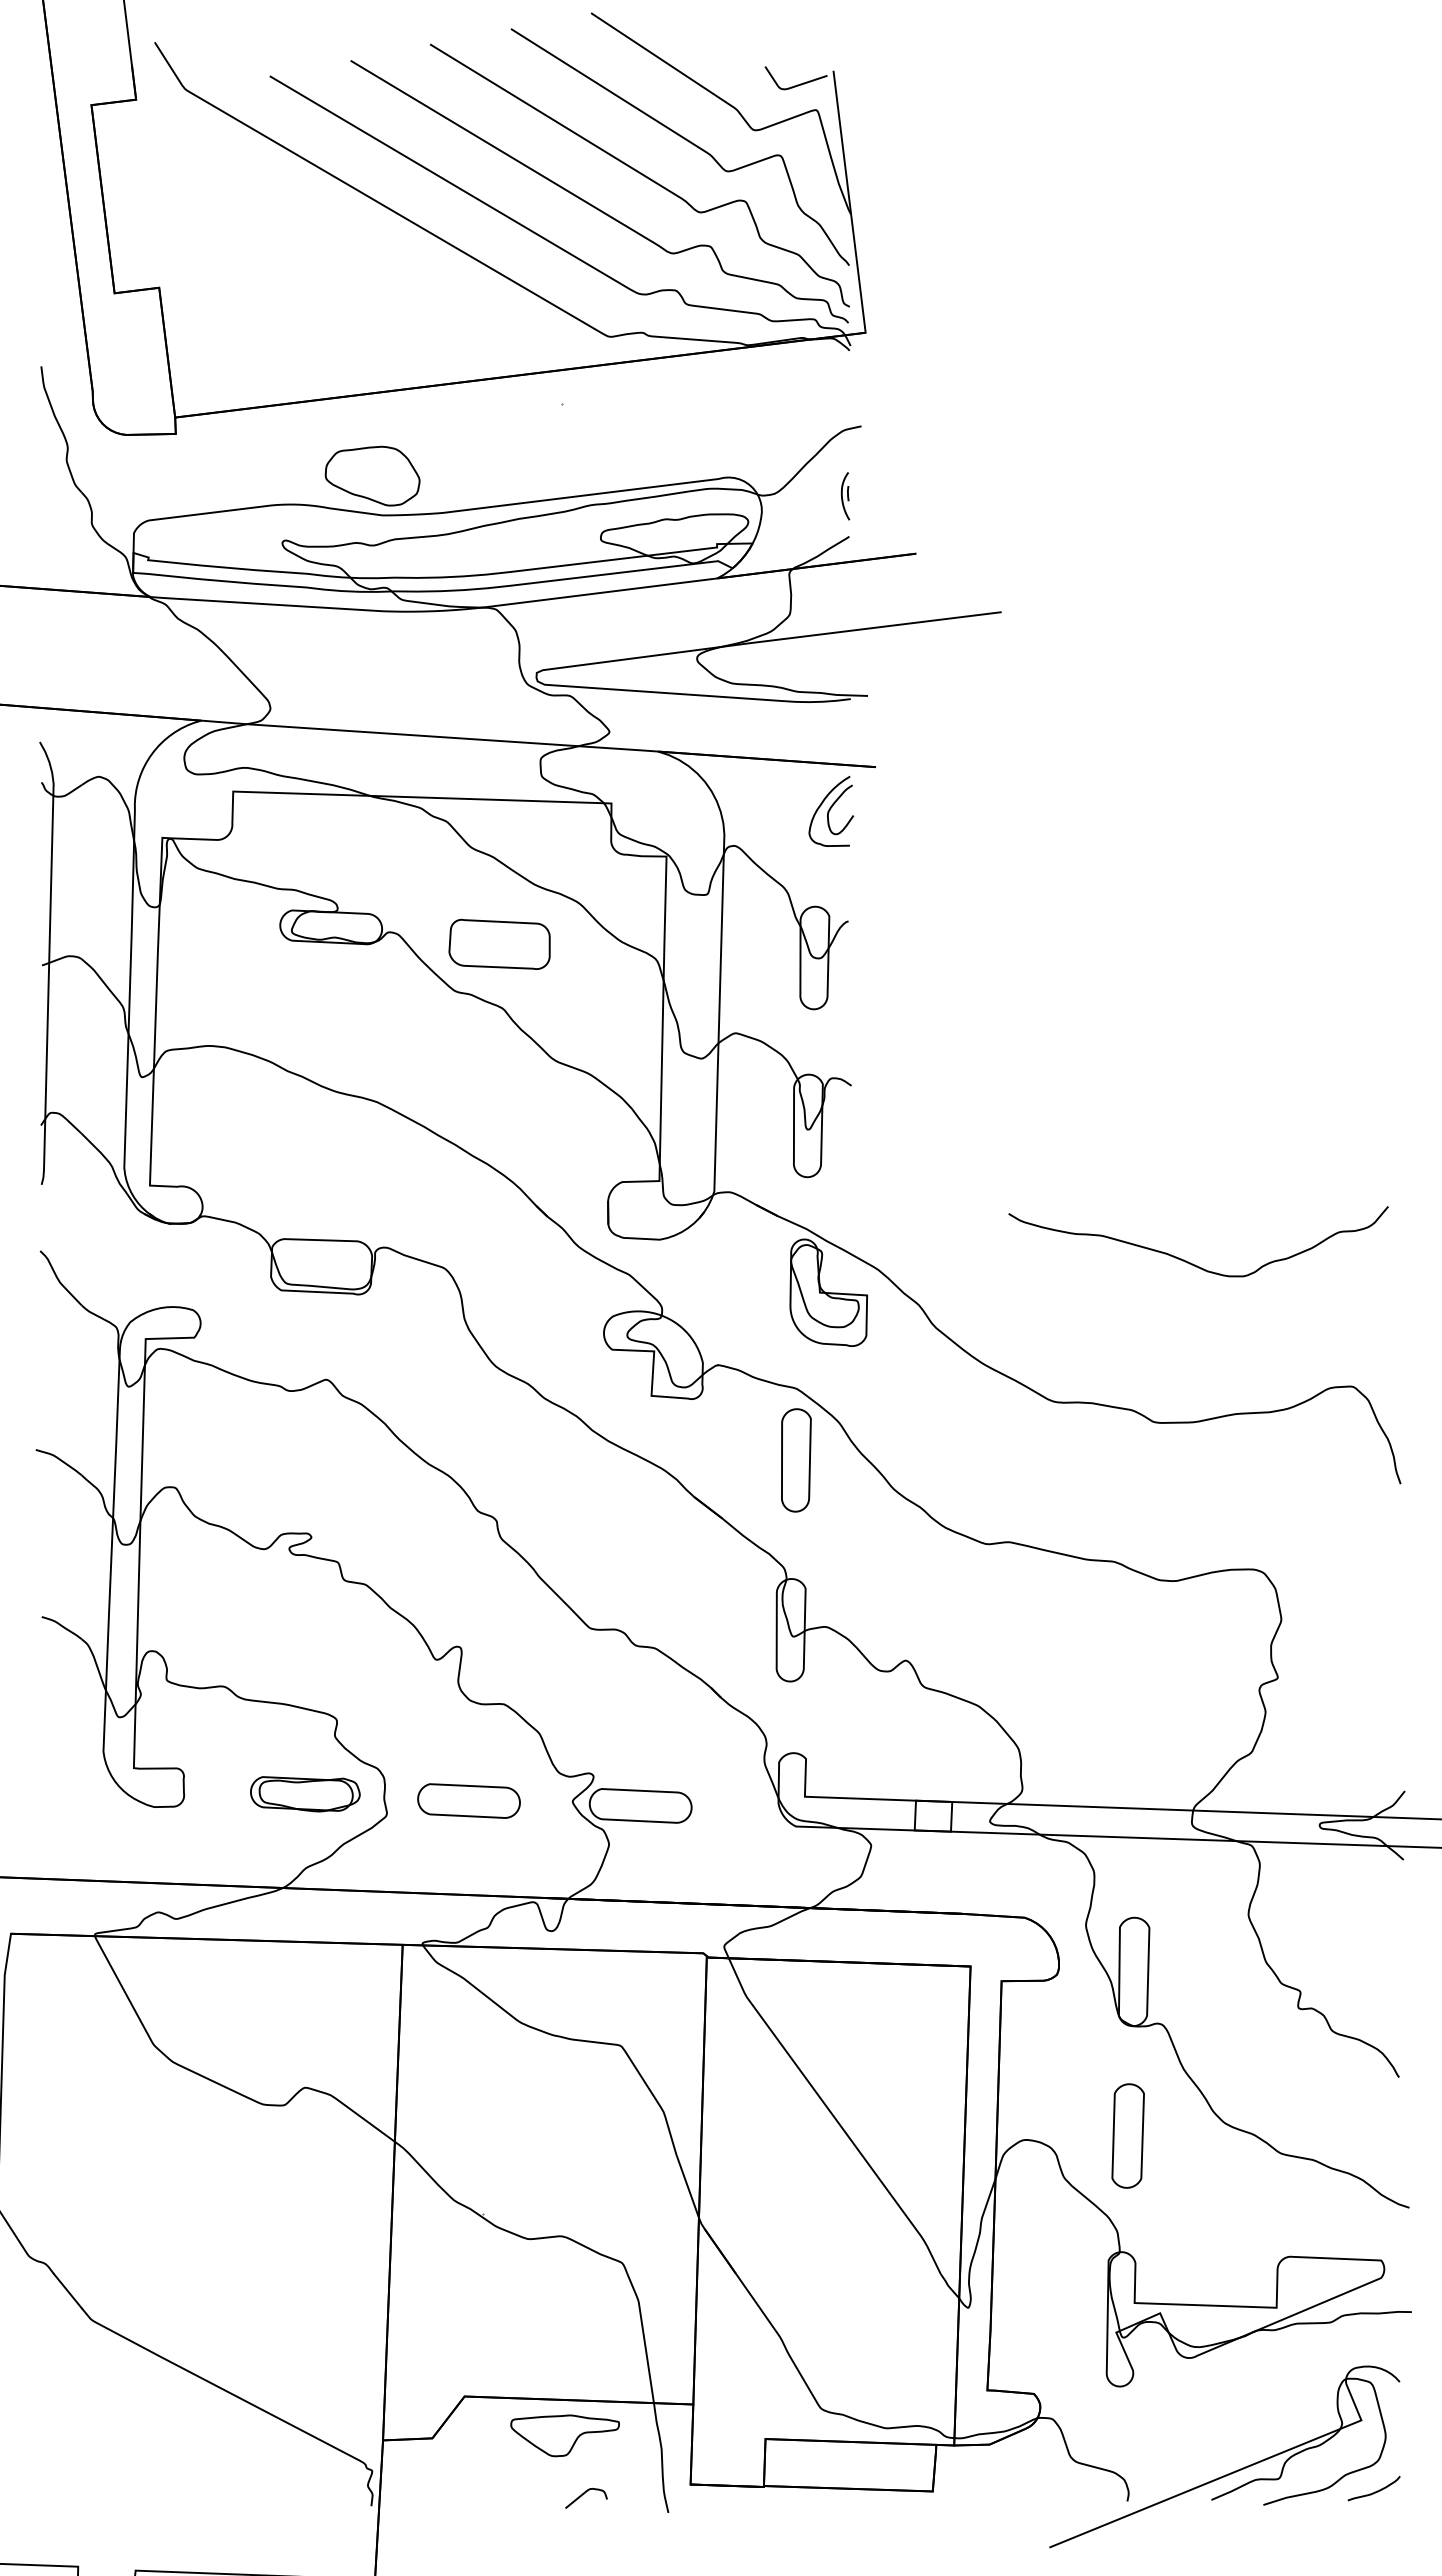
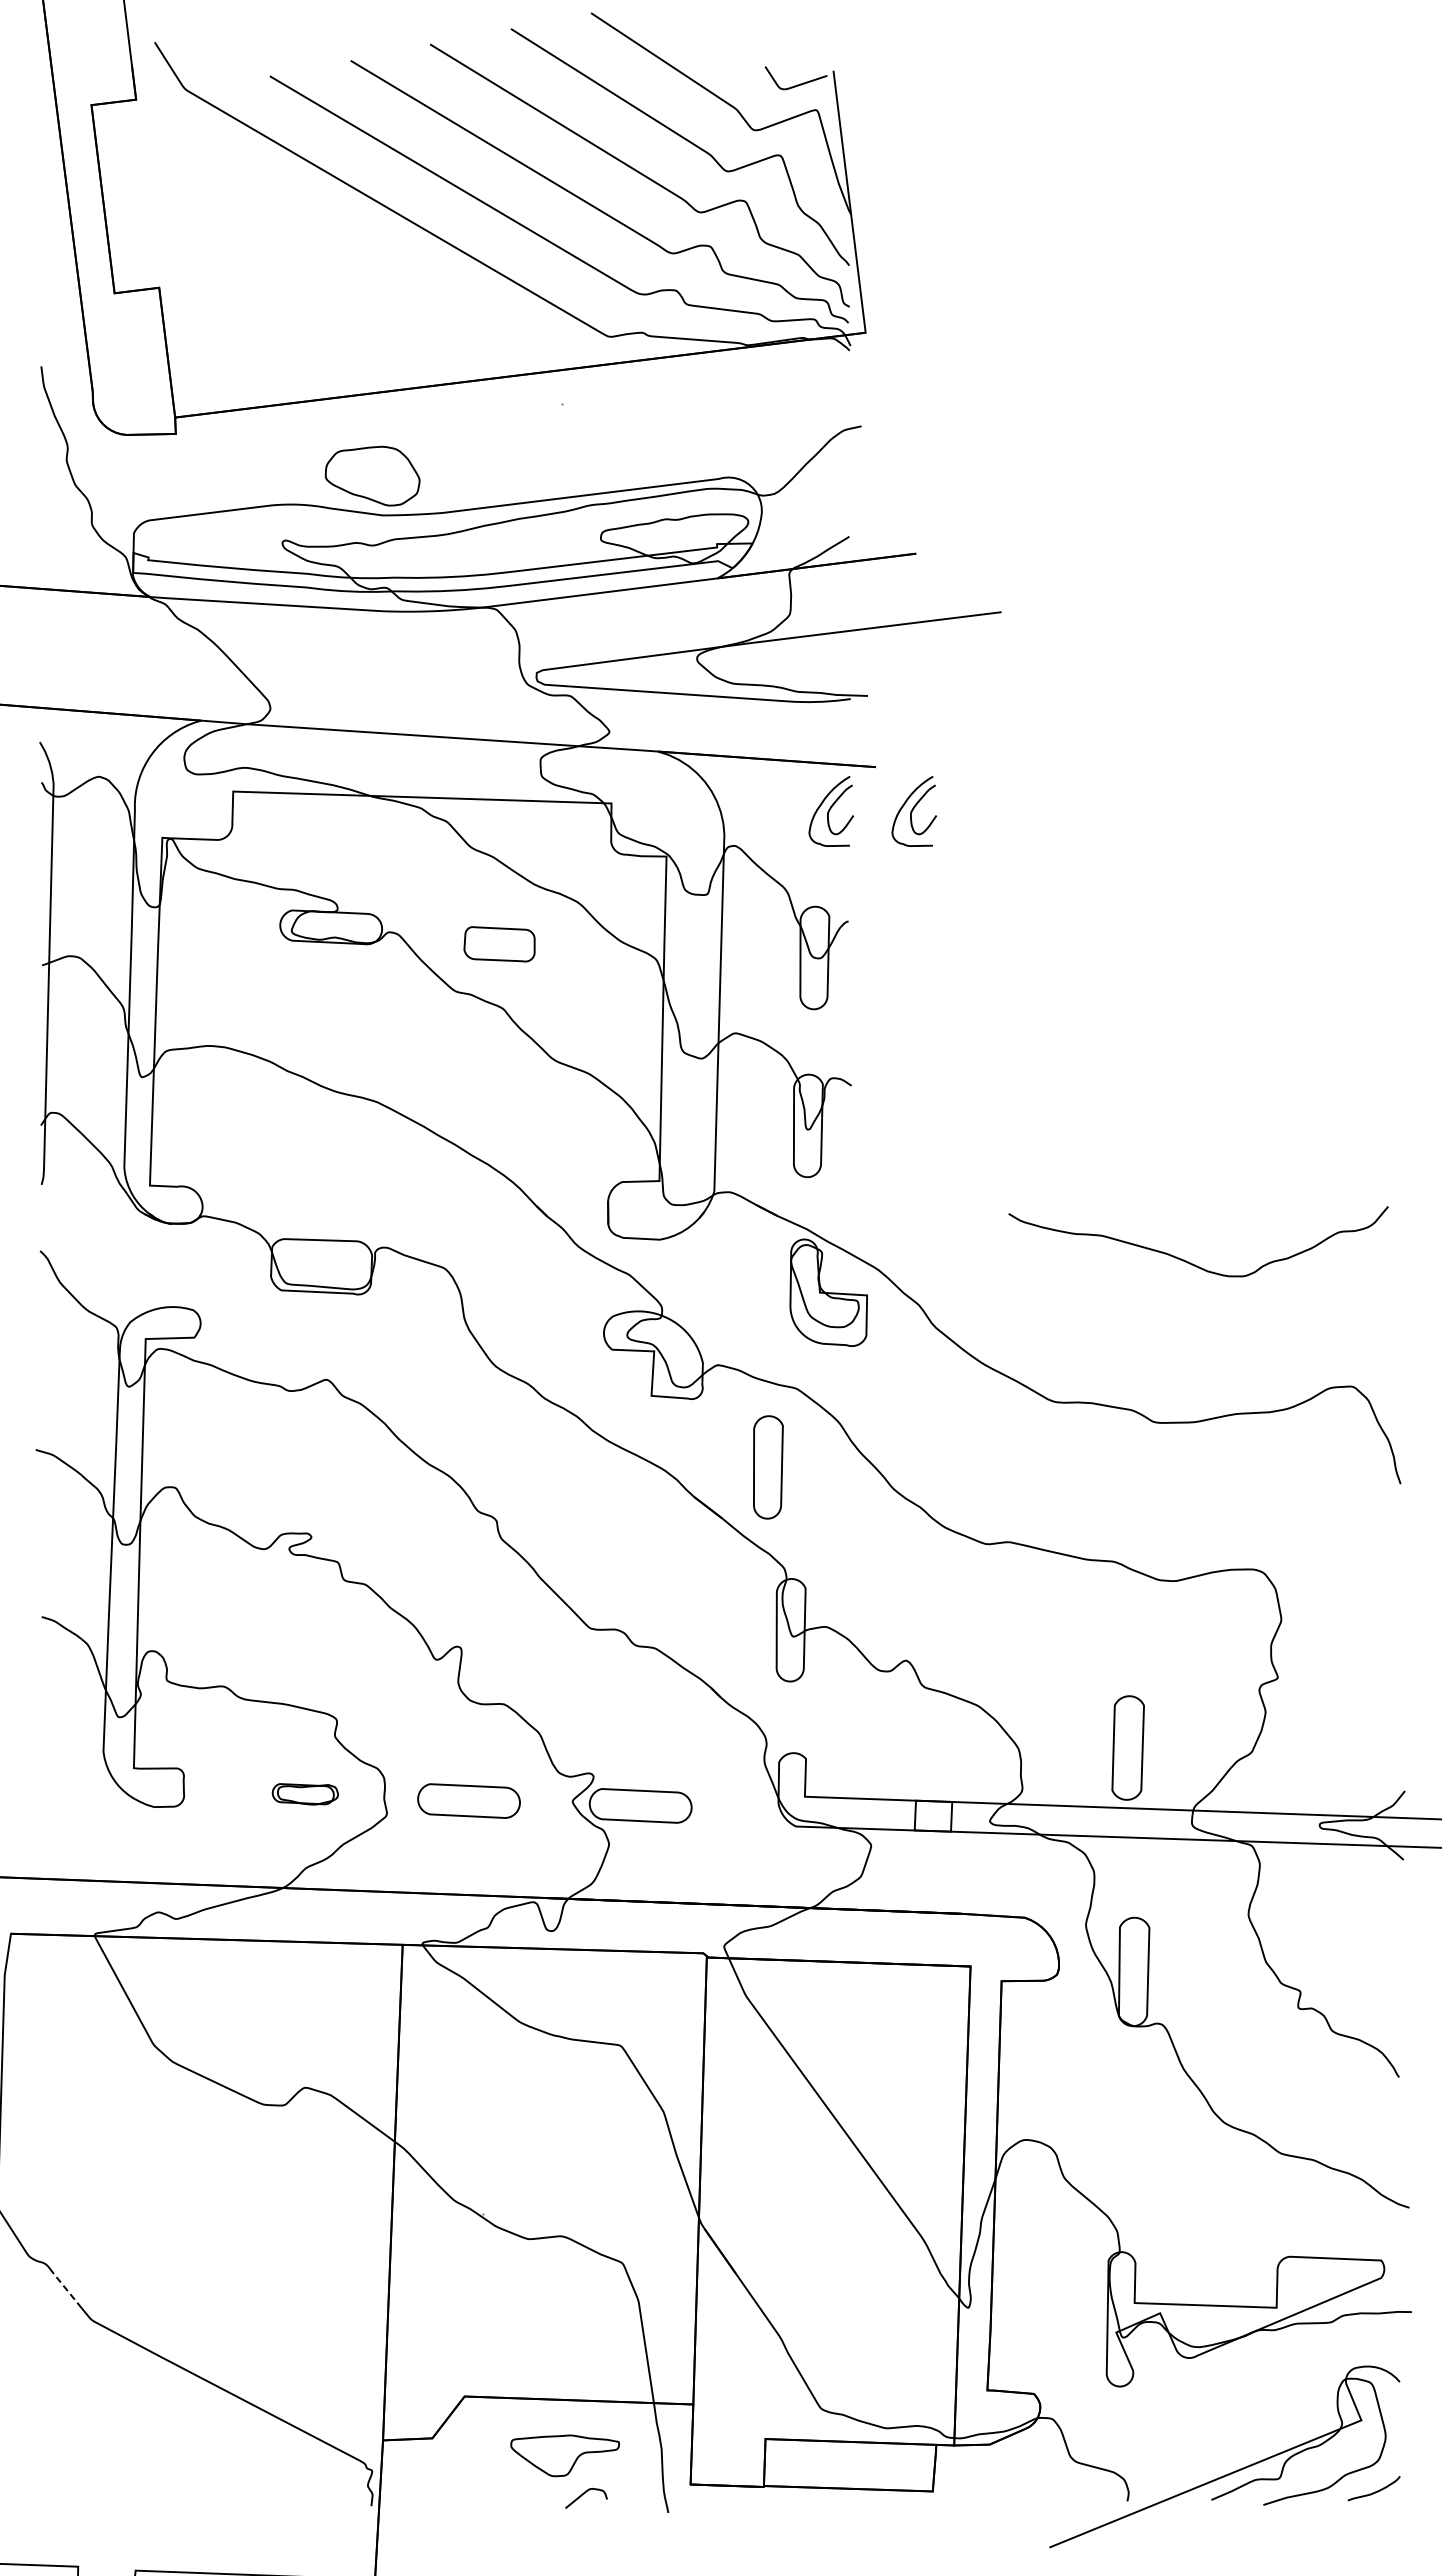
part at (845, 496): present -> none
part at (914, 811): none -> present
part at (499, 943) size: 103x52 px -> 73x37 px
part at (796, 1460) position: (796, 1460) -> (768, 1467)
part at (305, 1794) size: 111x37 px -> 68x23 px
part at (1127, 2135) position: (1127, 2135) -> (1127, 1747)
line at (67, 2291): solid -> dashed
part at (564, 2435) position: (564, 2435) -> (564, 2455)
